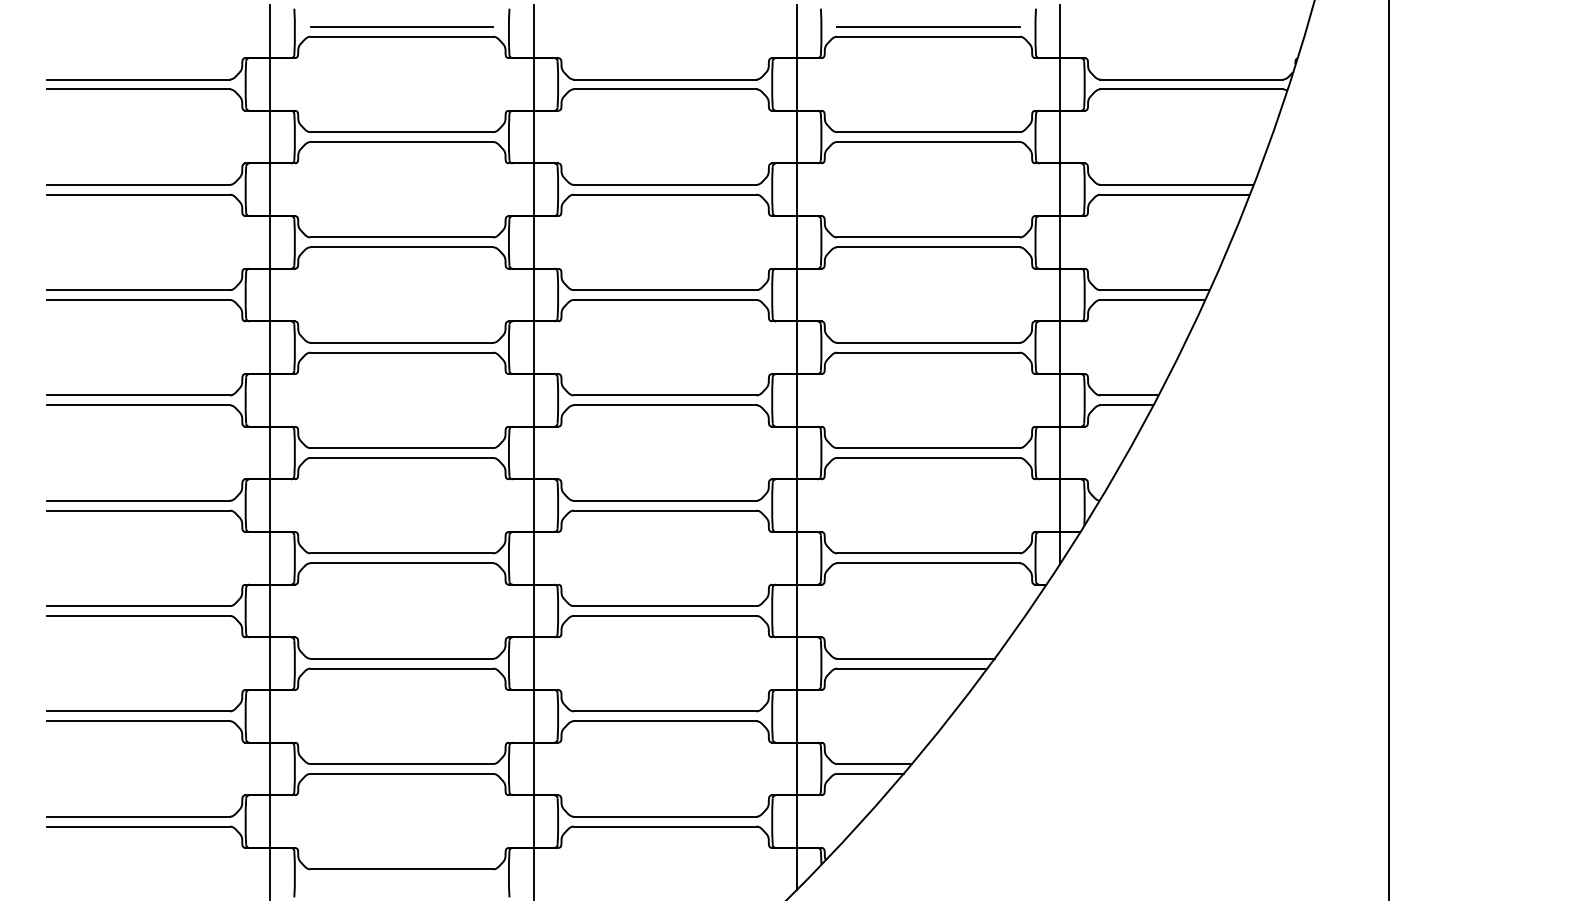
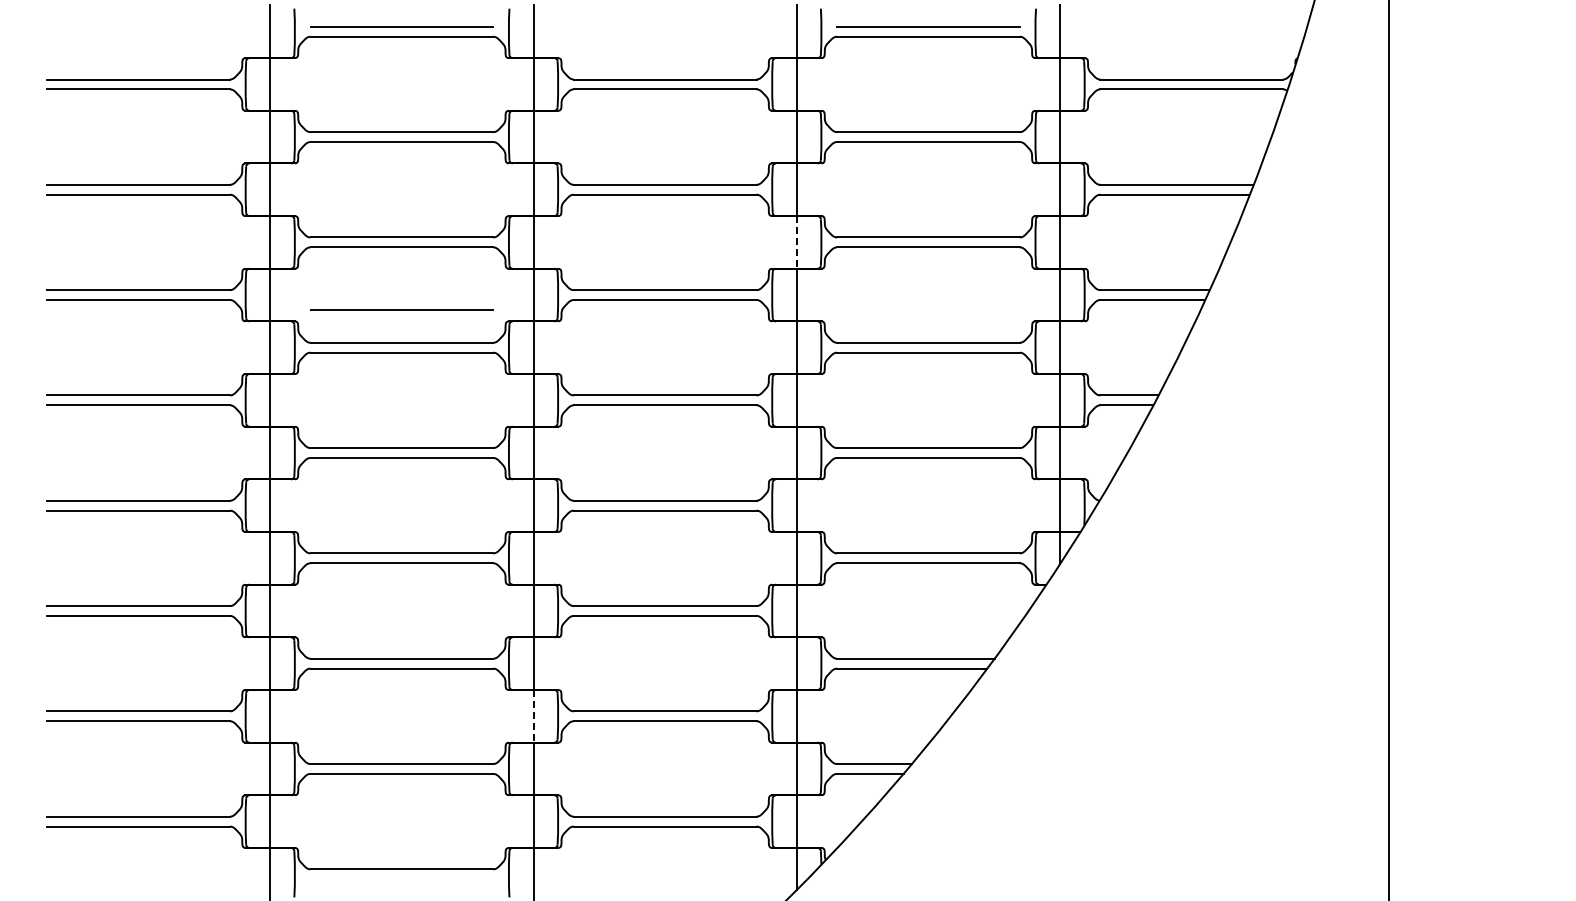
line at (796, 242): solid -> dashed
line at (401, 309): none -> present
line at (533, 716): solid -> dashed
